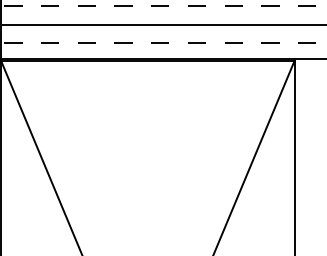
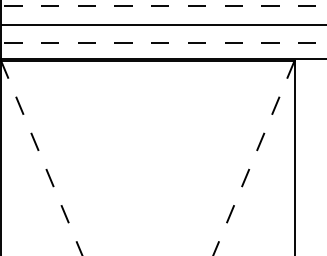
line at (41, 158): solid -> dashed
line at (253, 158): solid -> dashed
